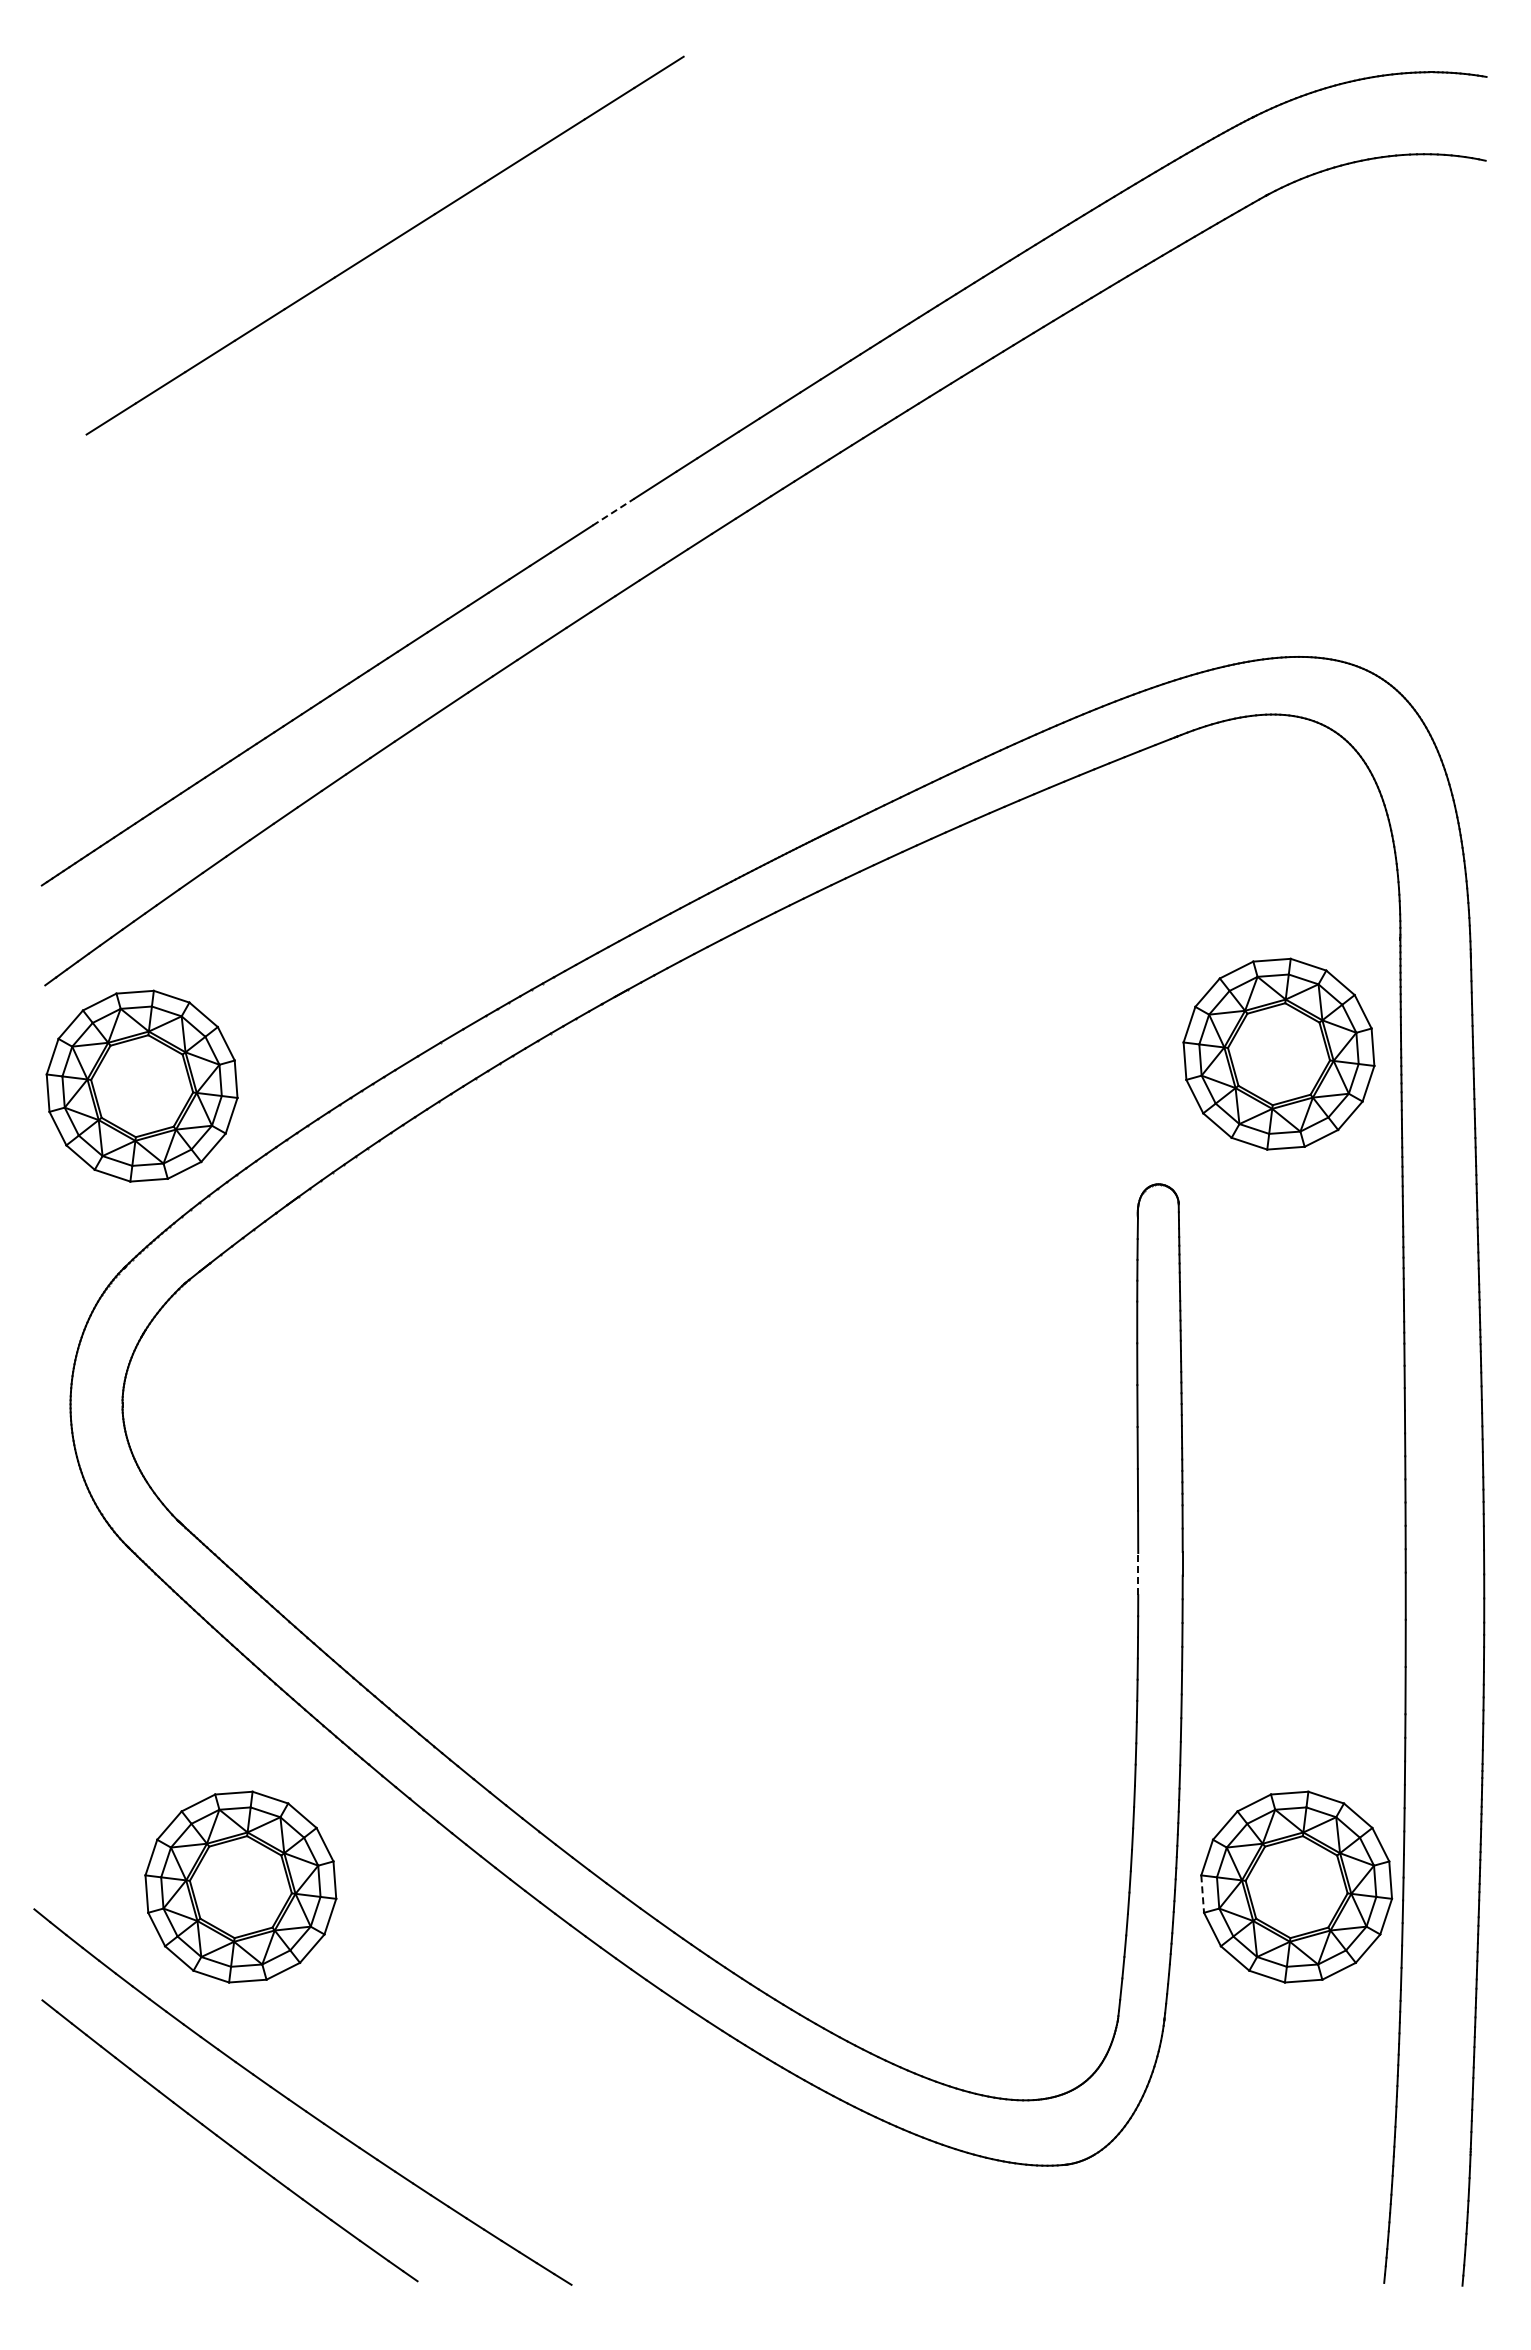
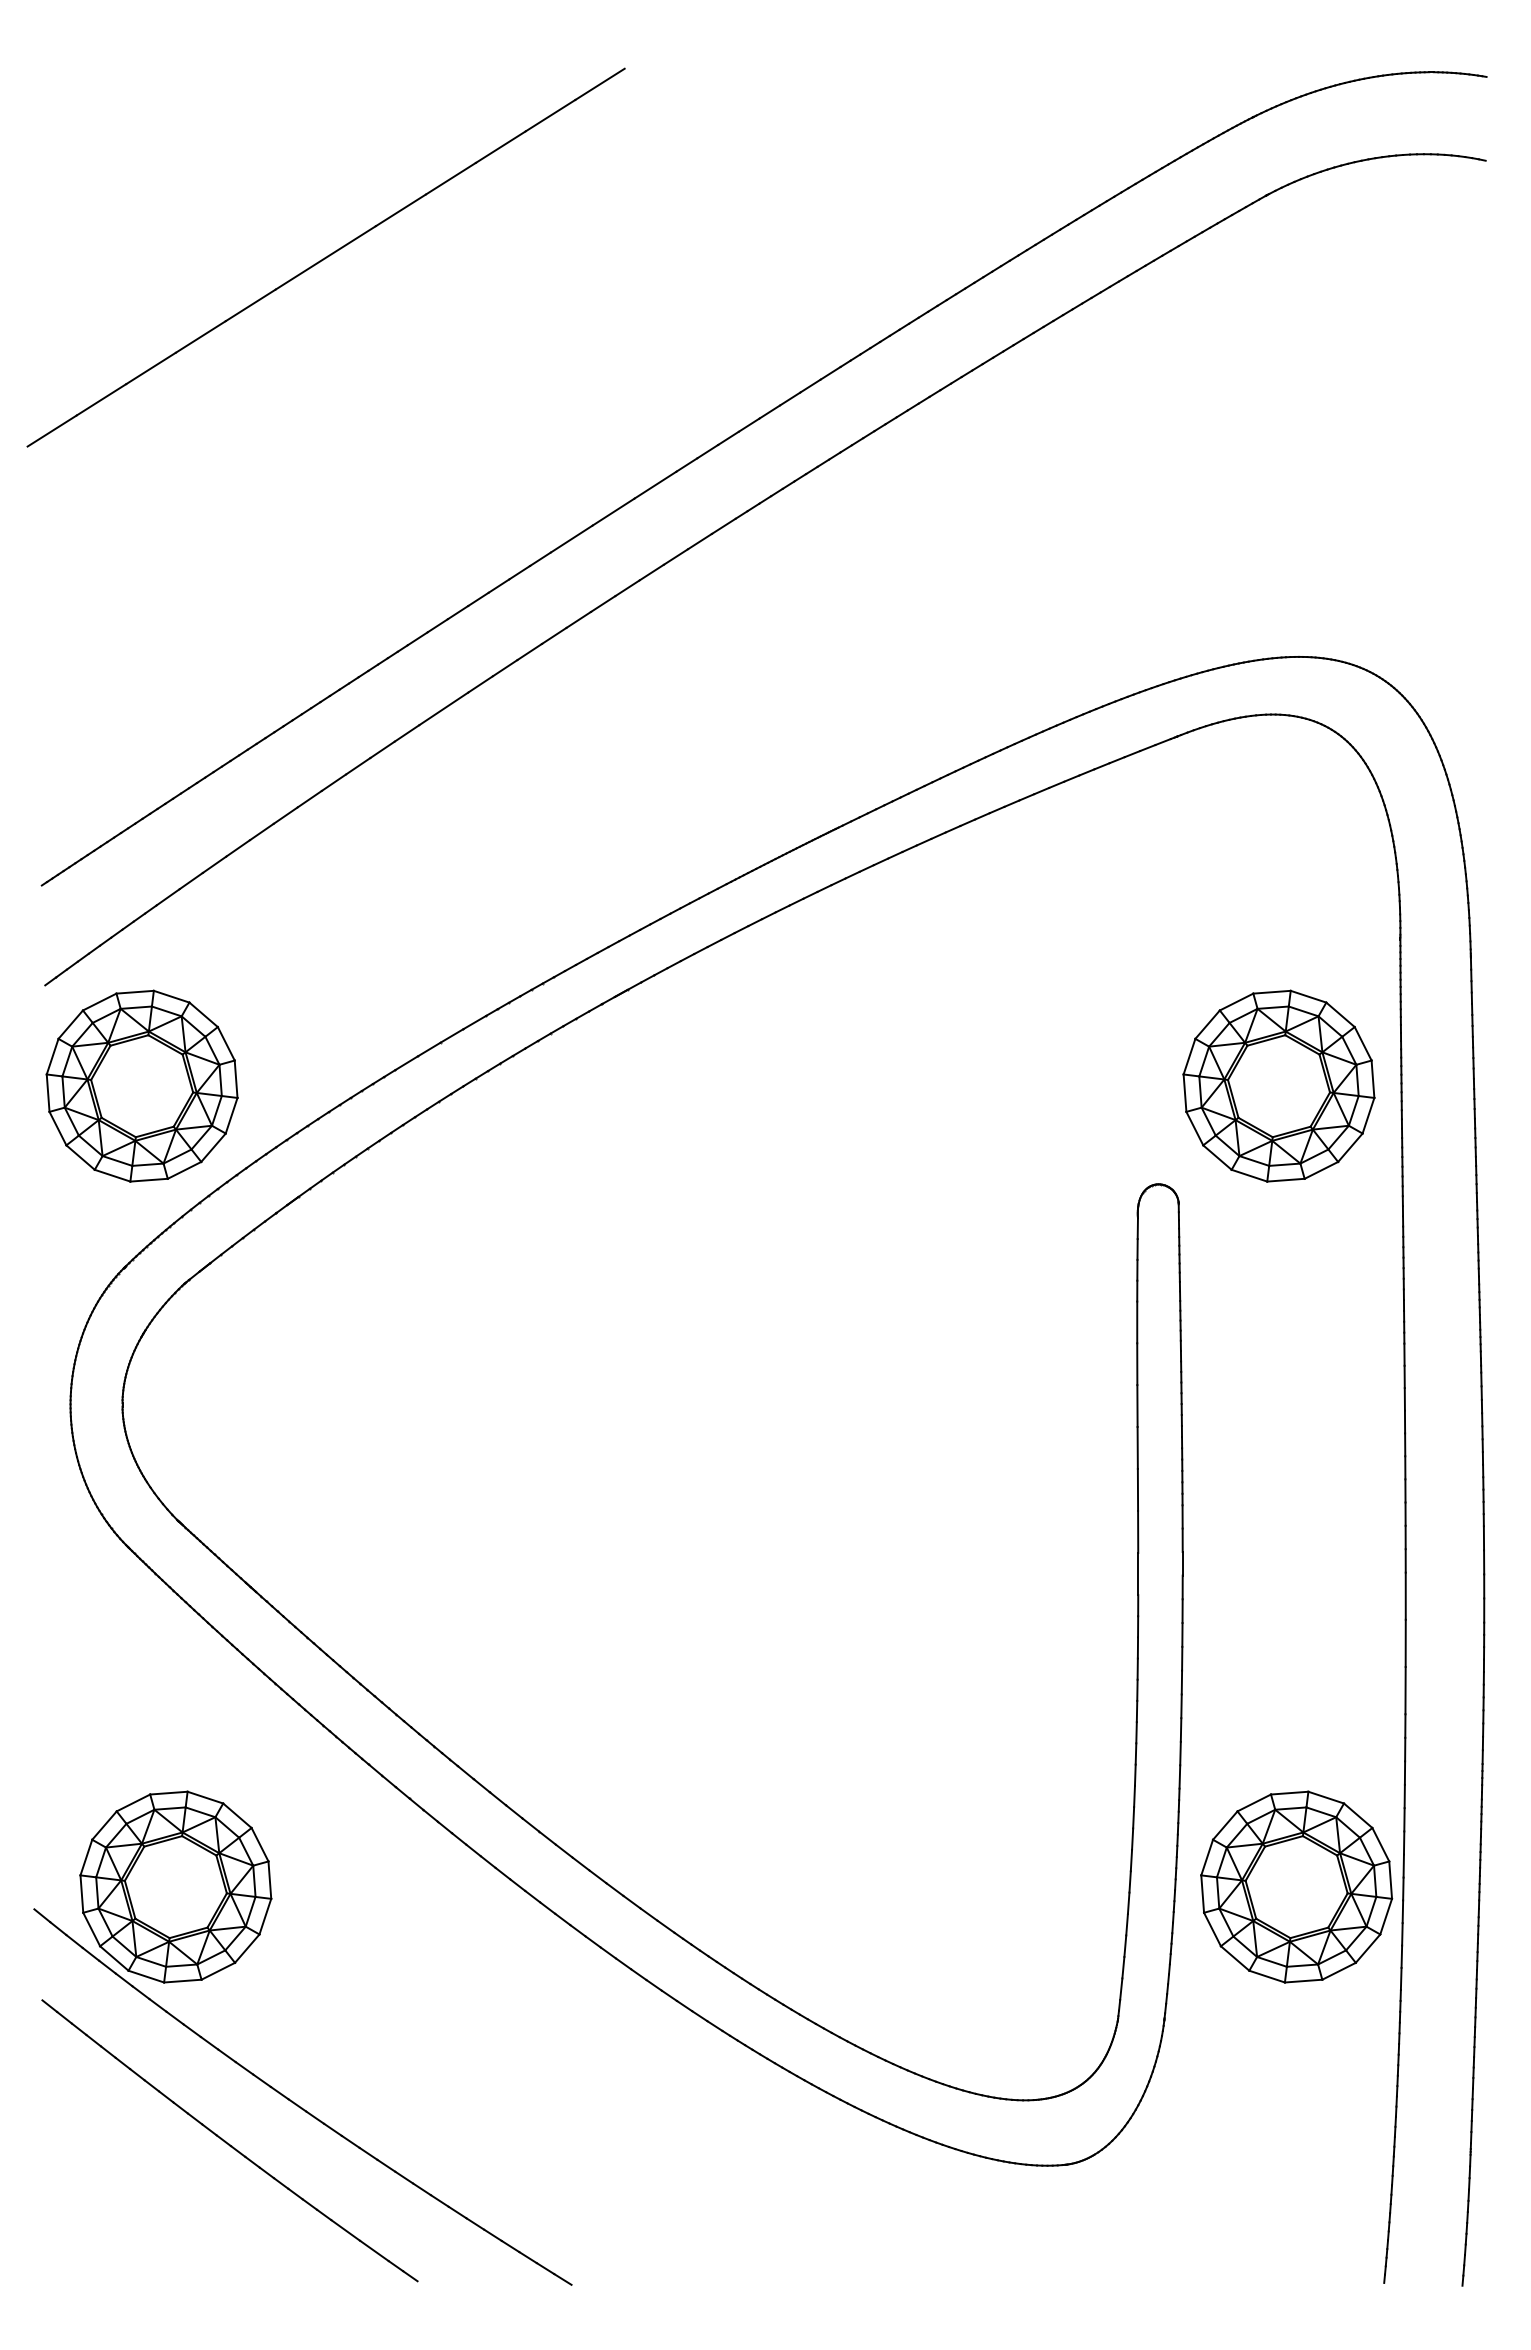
line at (384, 245) position: (384, 245) -> (325, 257)
line at (613, 512): dashed -> solid
part at (1278, 1053) position: (1278, 1053) -> (1278, 1085)
line at (1138, 1573): dashed -> solid
part at (240, 1886) position: (240, 1886) -> (175, 1886)
line at (1202, 1894): dashed -> solid
